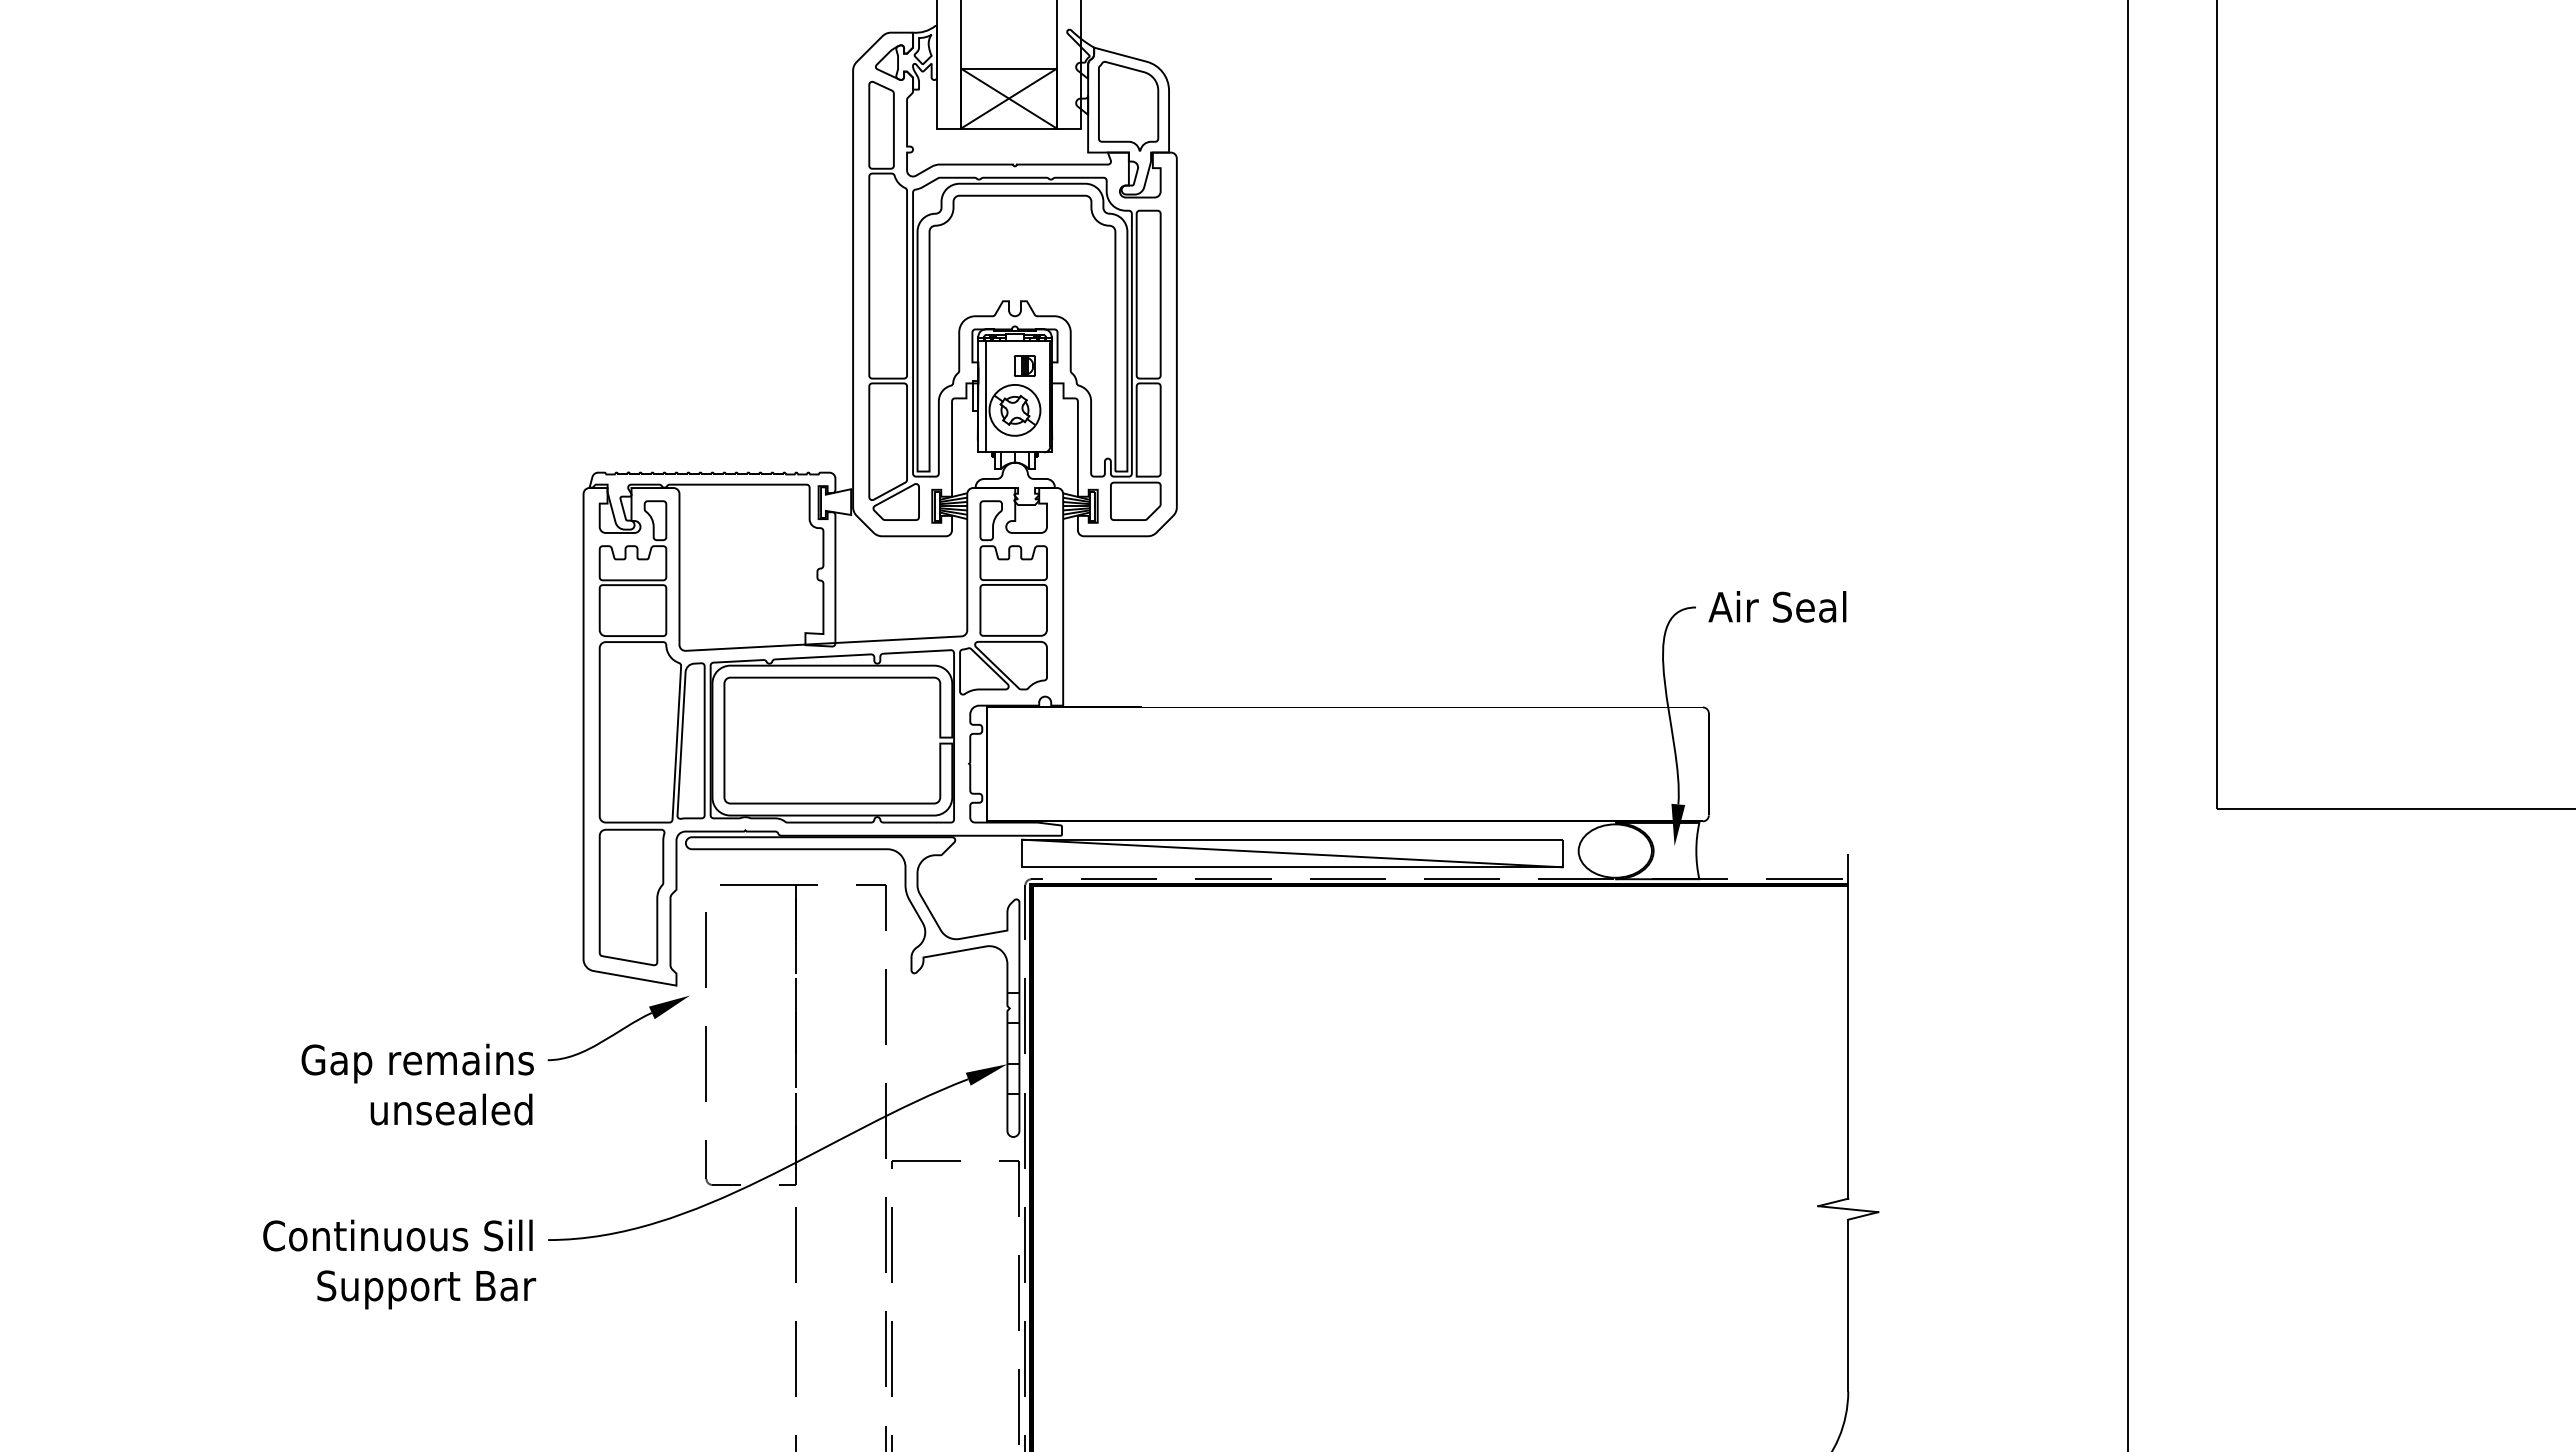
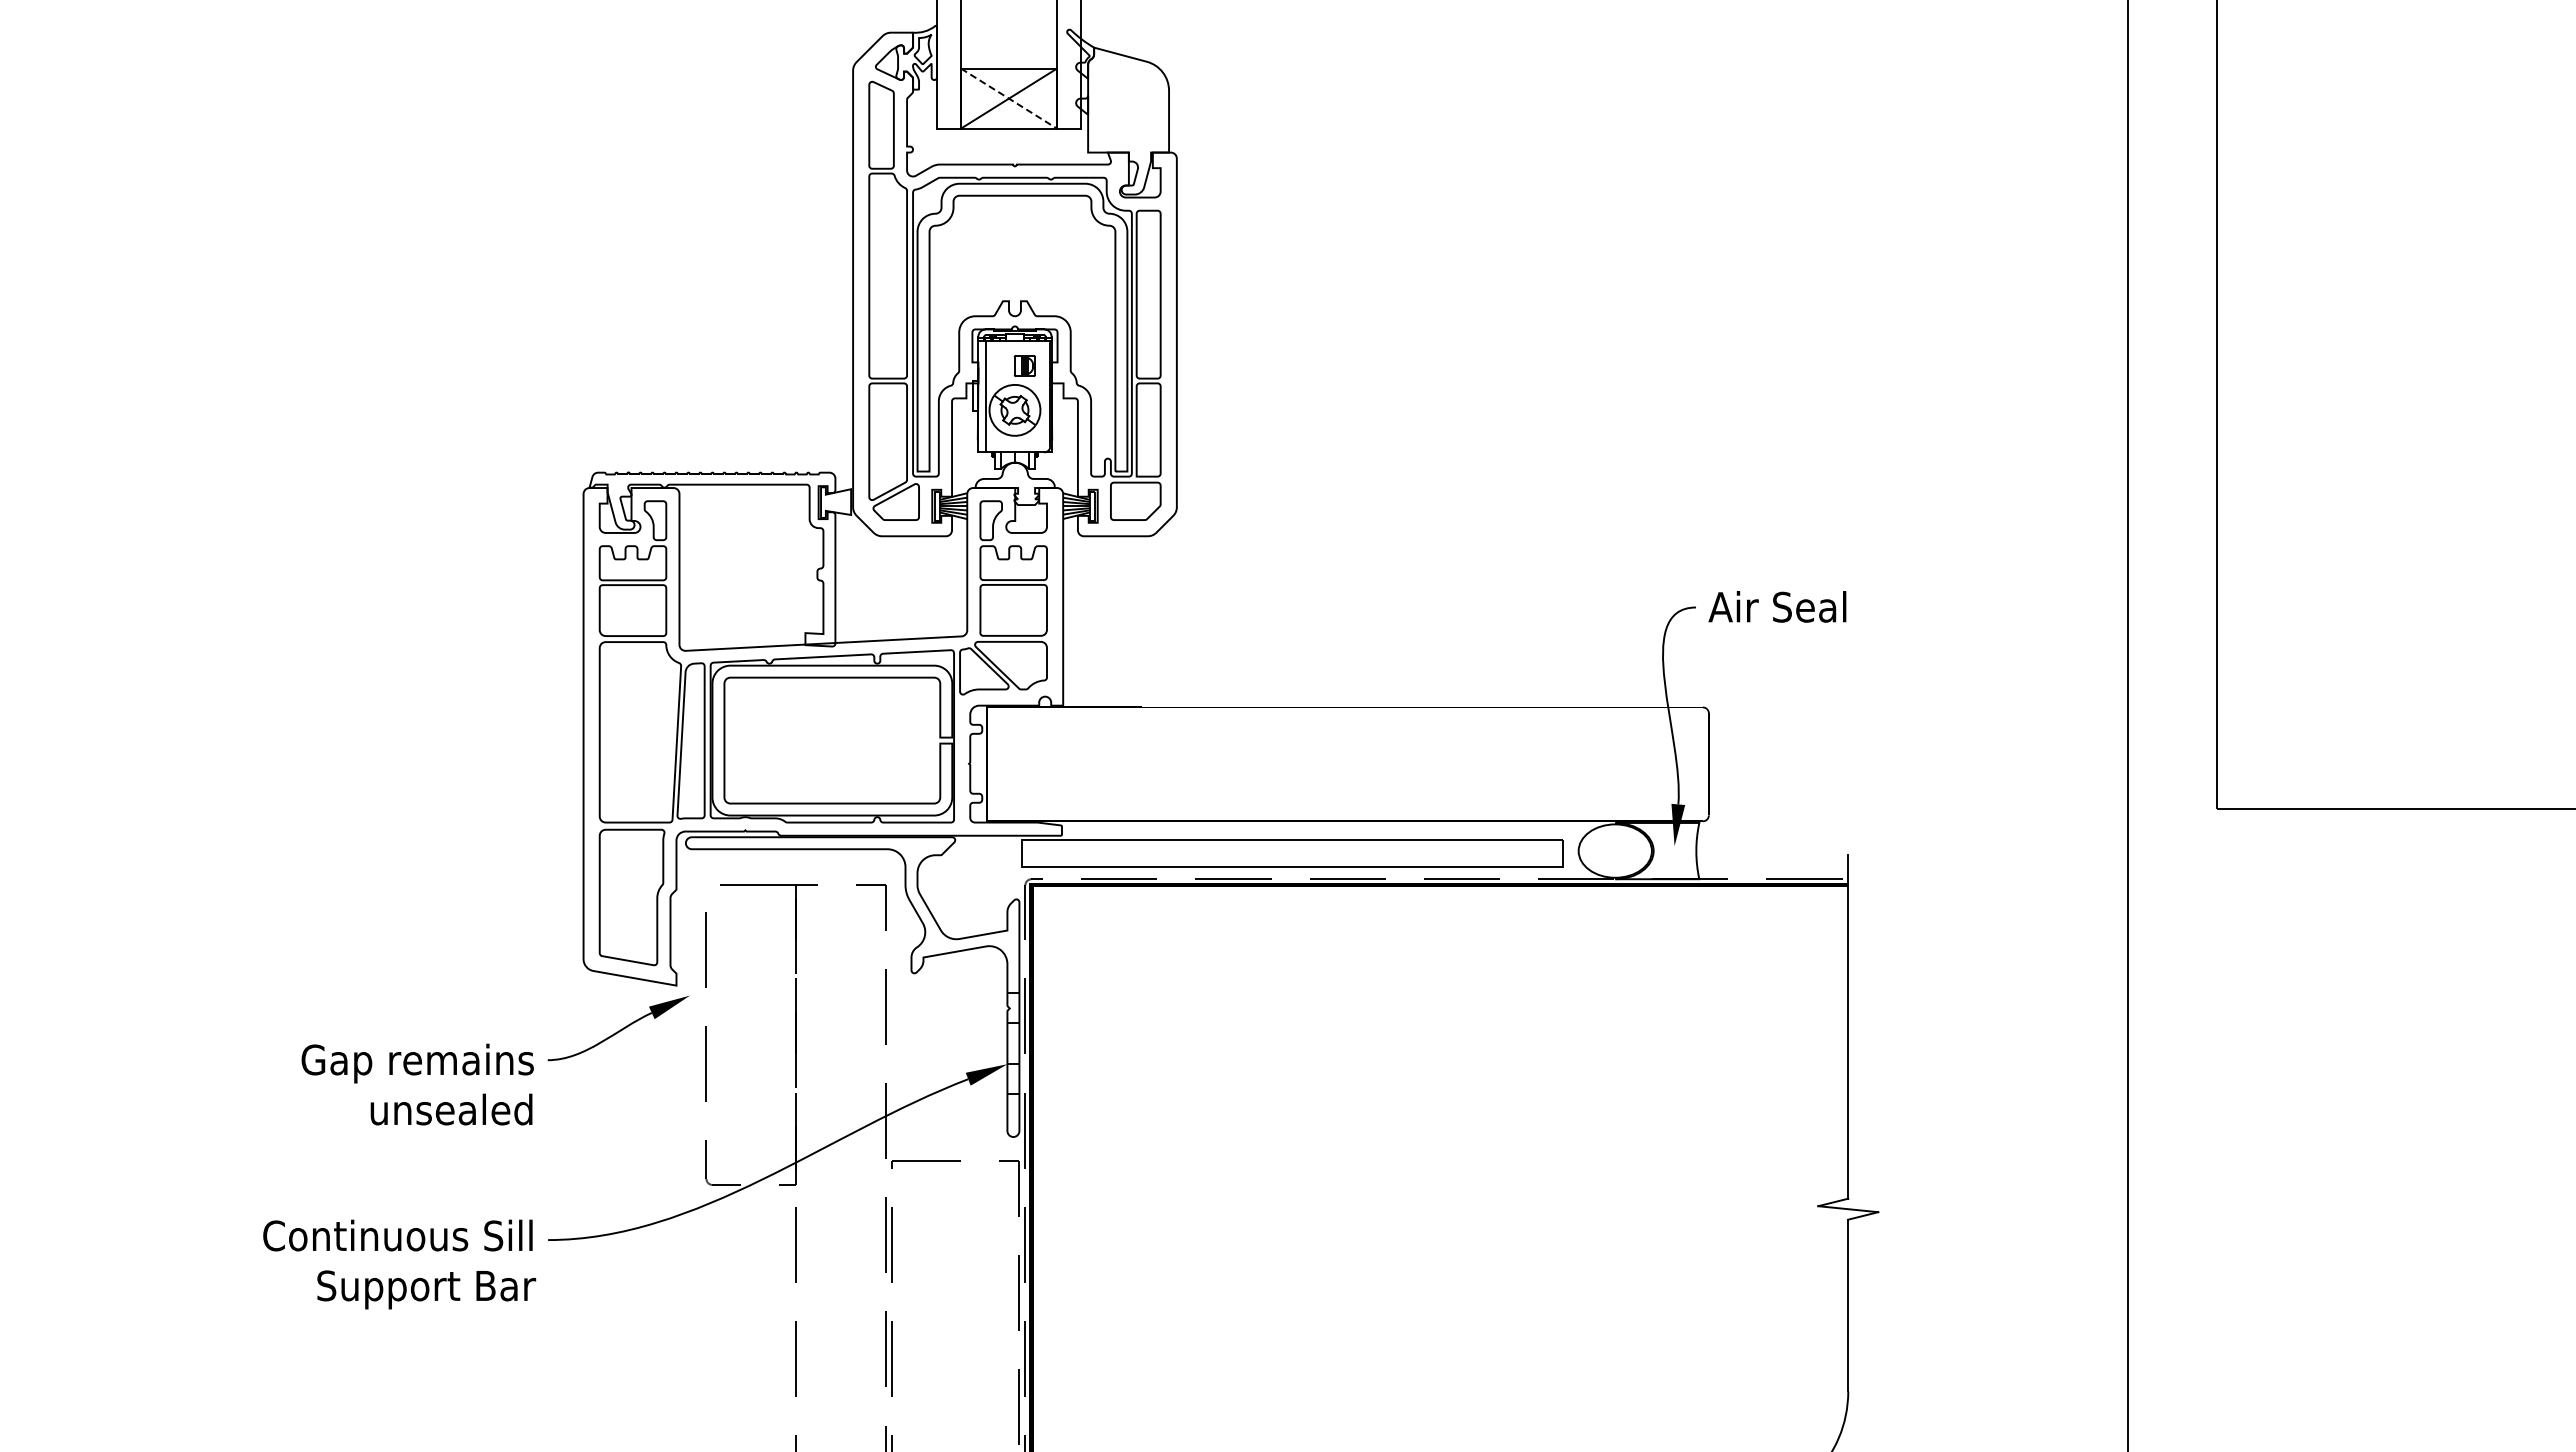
line at (1008, 98): solid -> dashed
part at (1128, 105): present -> none
line at (1292, 853): present -> none
